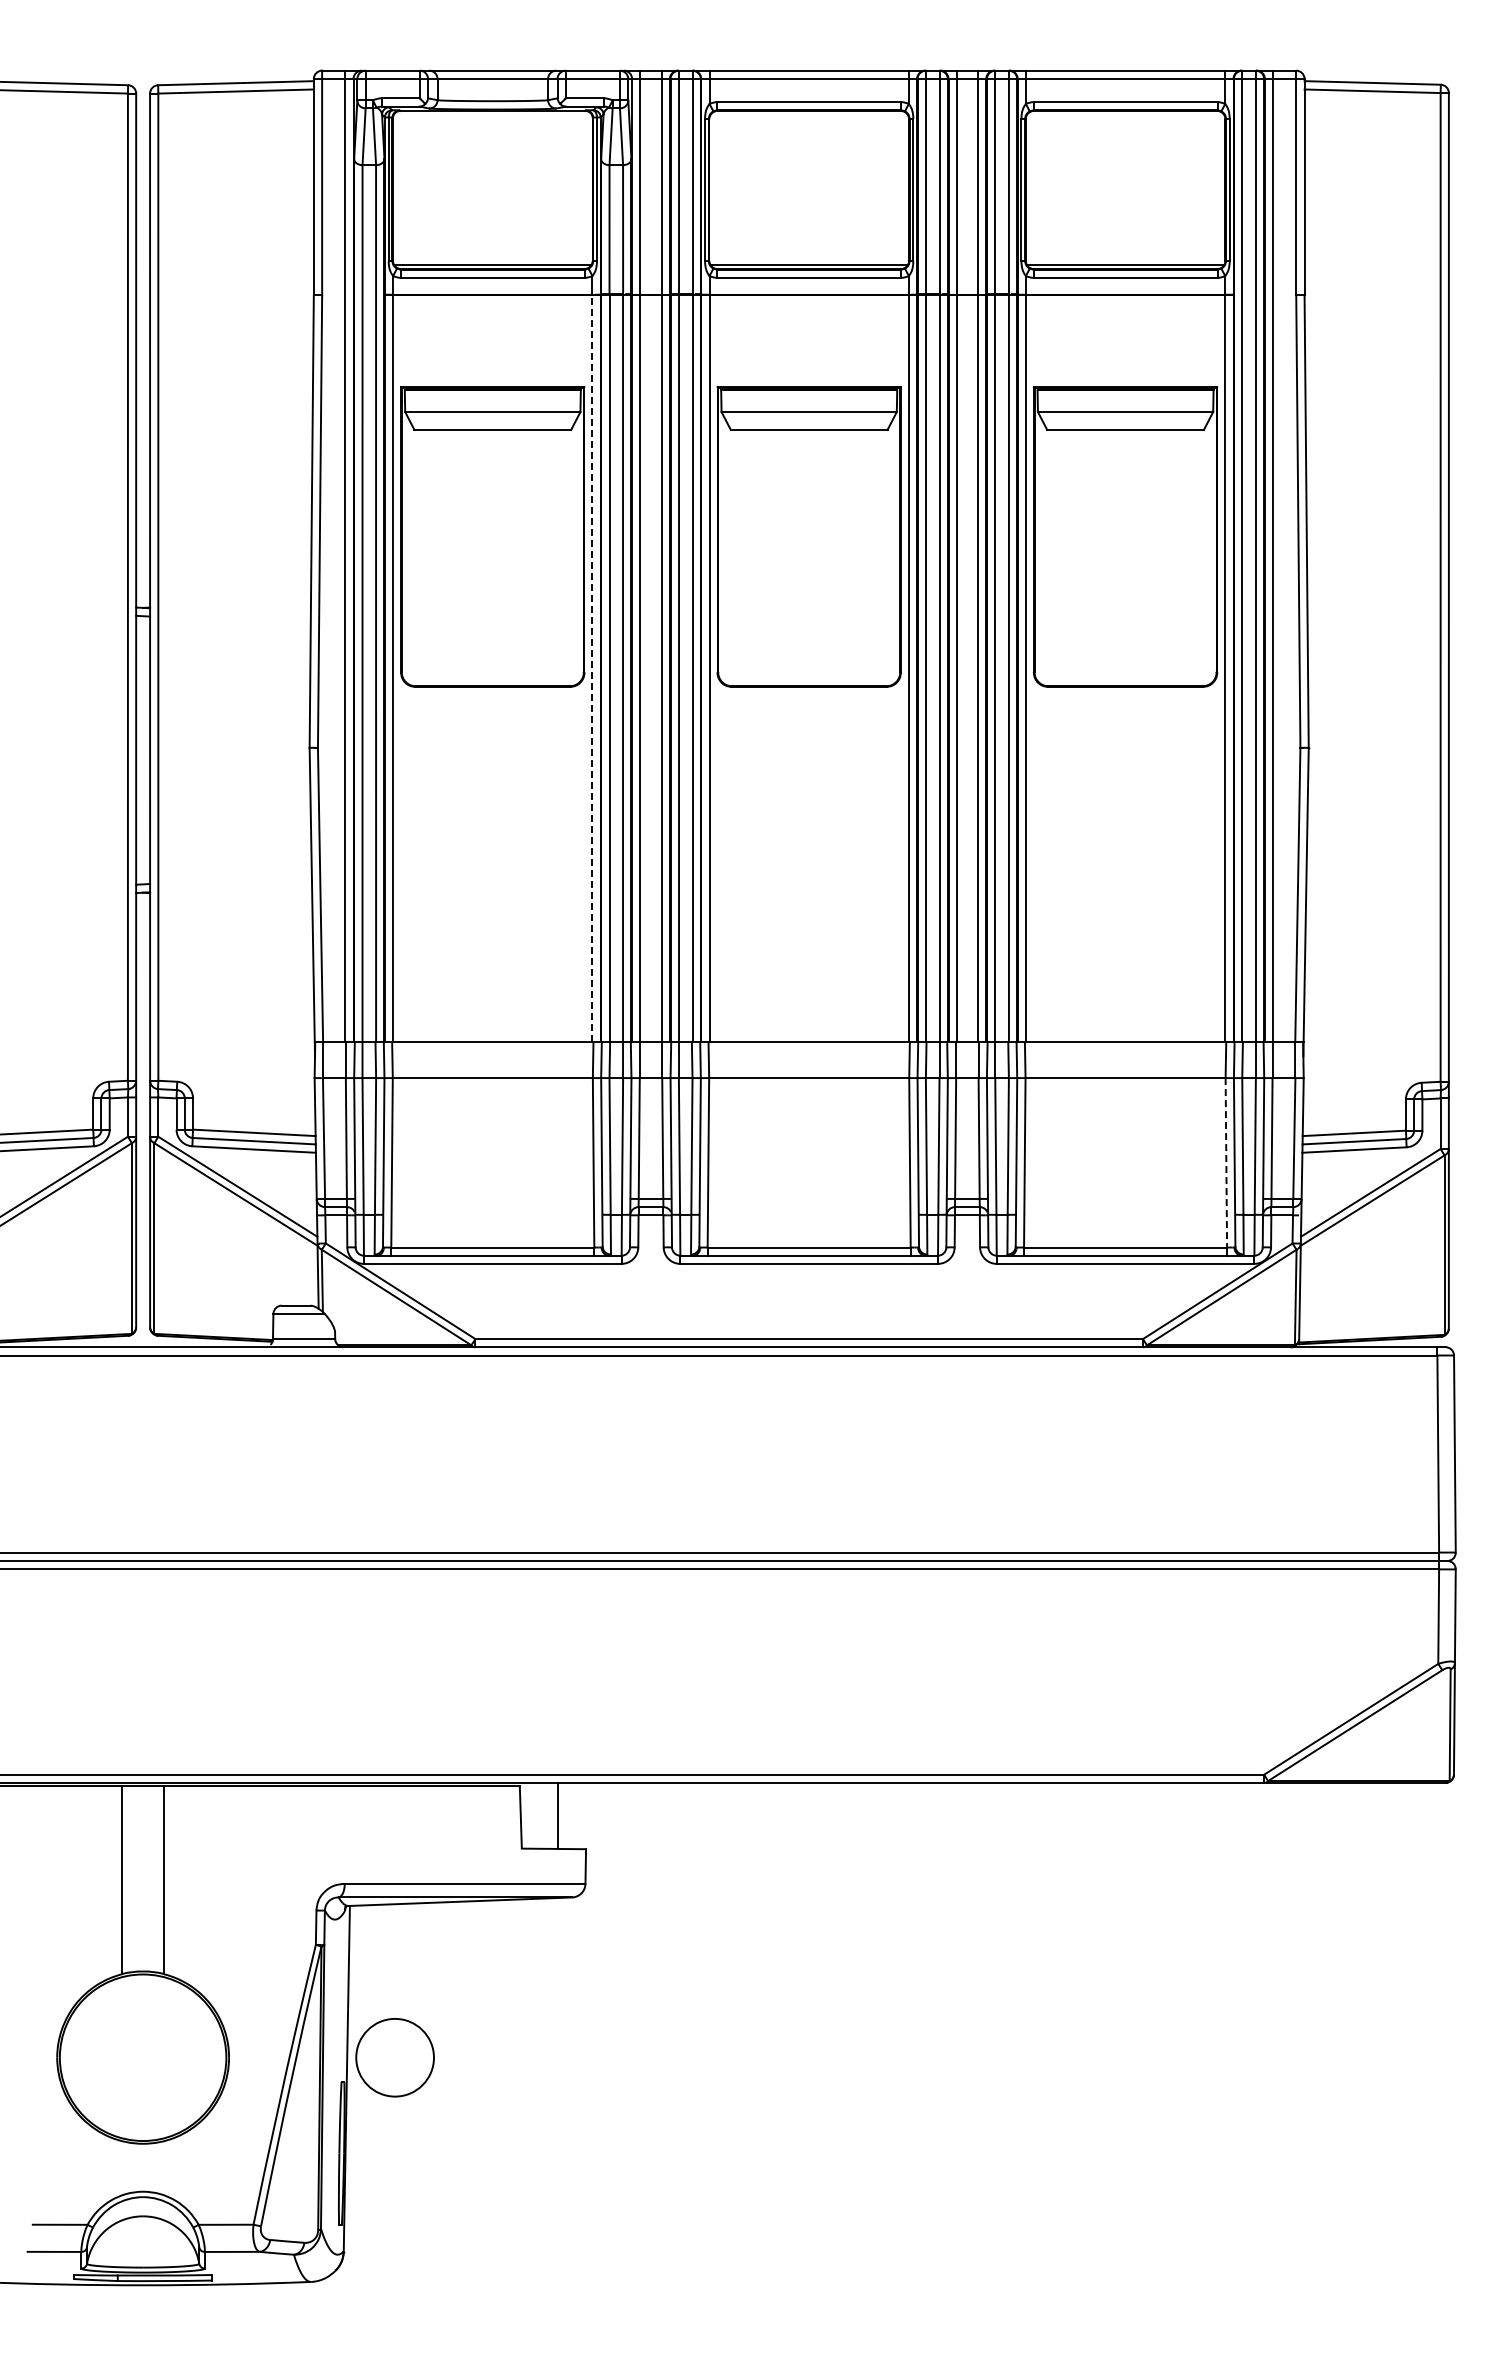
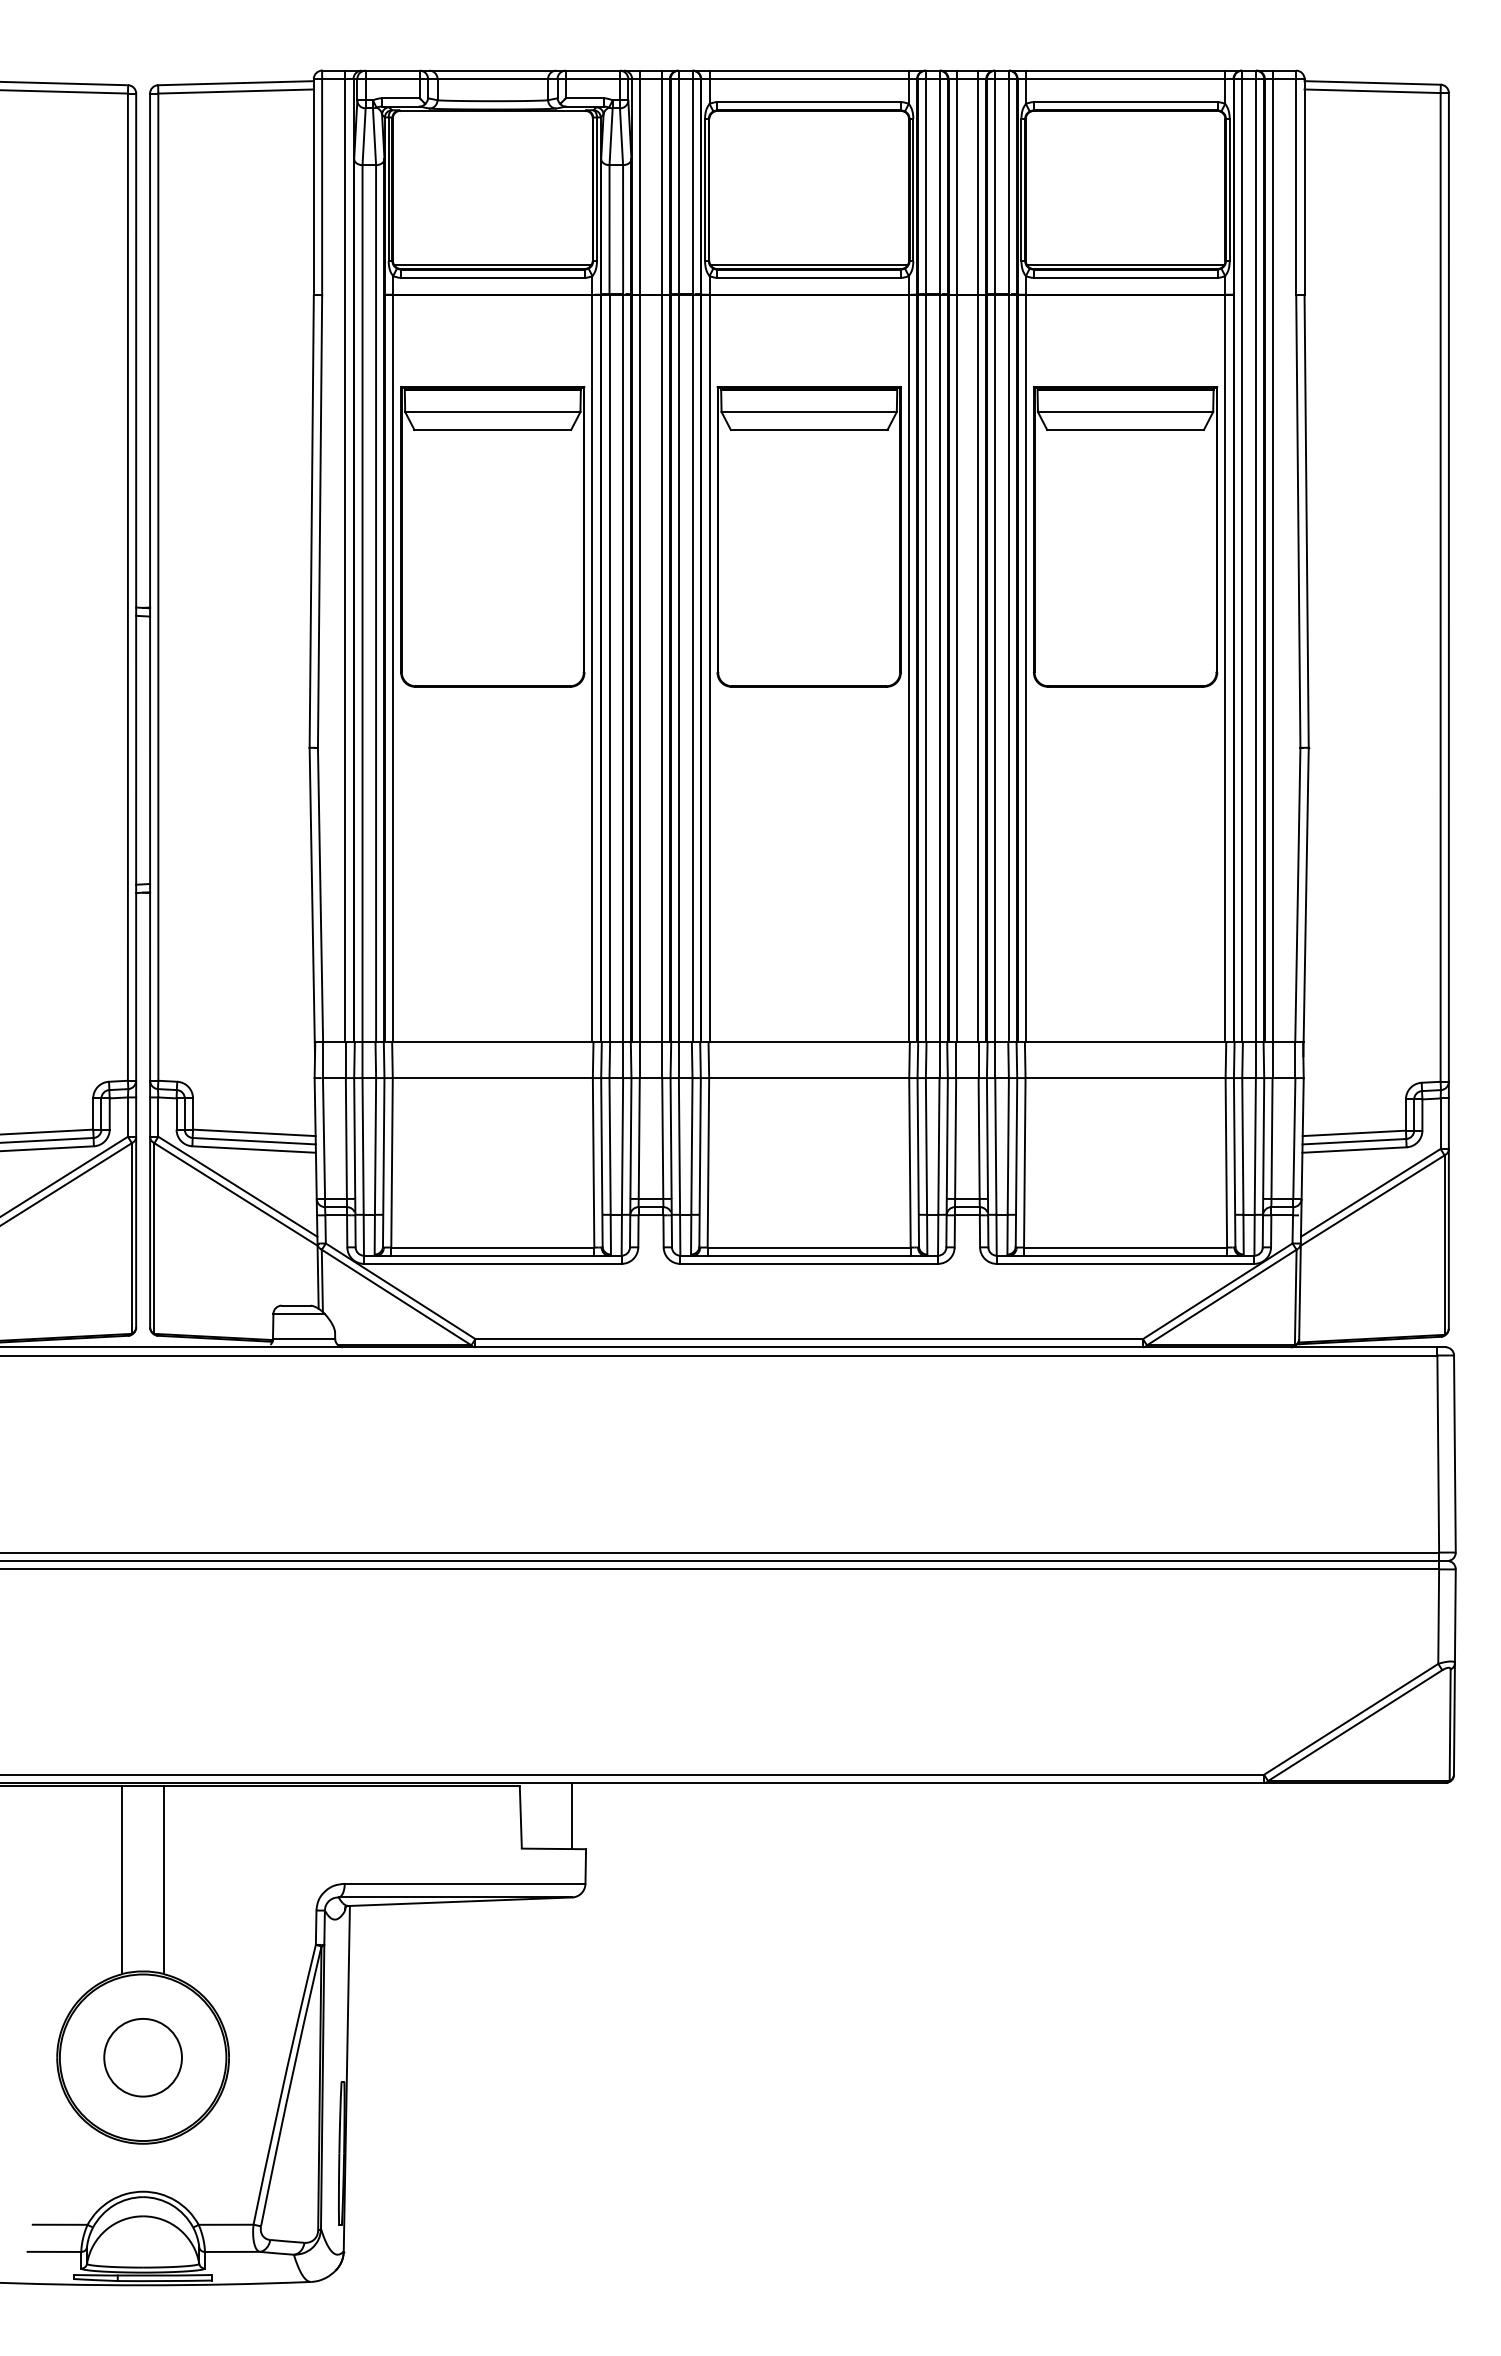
line at (592, 668): dashed -> solid
line at (1226, 1162): dashed -> solid
line at (558, 1816) position: (558, 1816) -> (572, 1816)
circle at (394, 2057) position: (394, 2057) -> (142, 2057)
